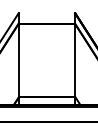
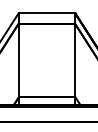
line at (46, 13): none -> present
